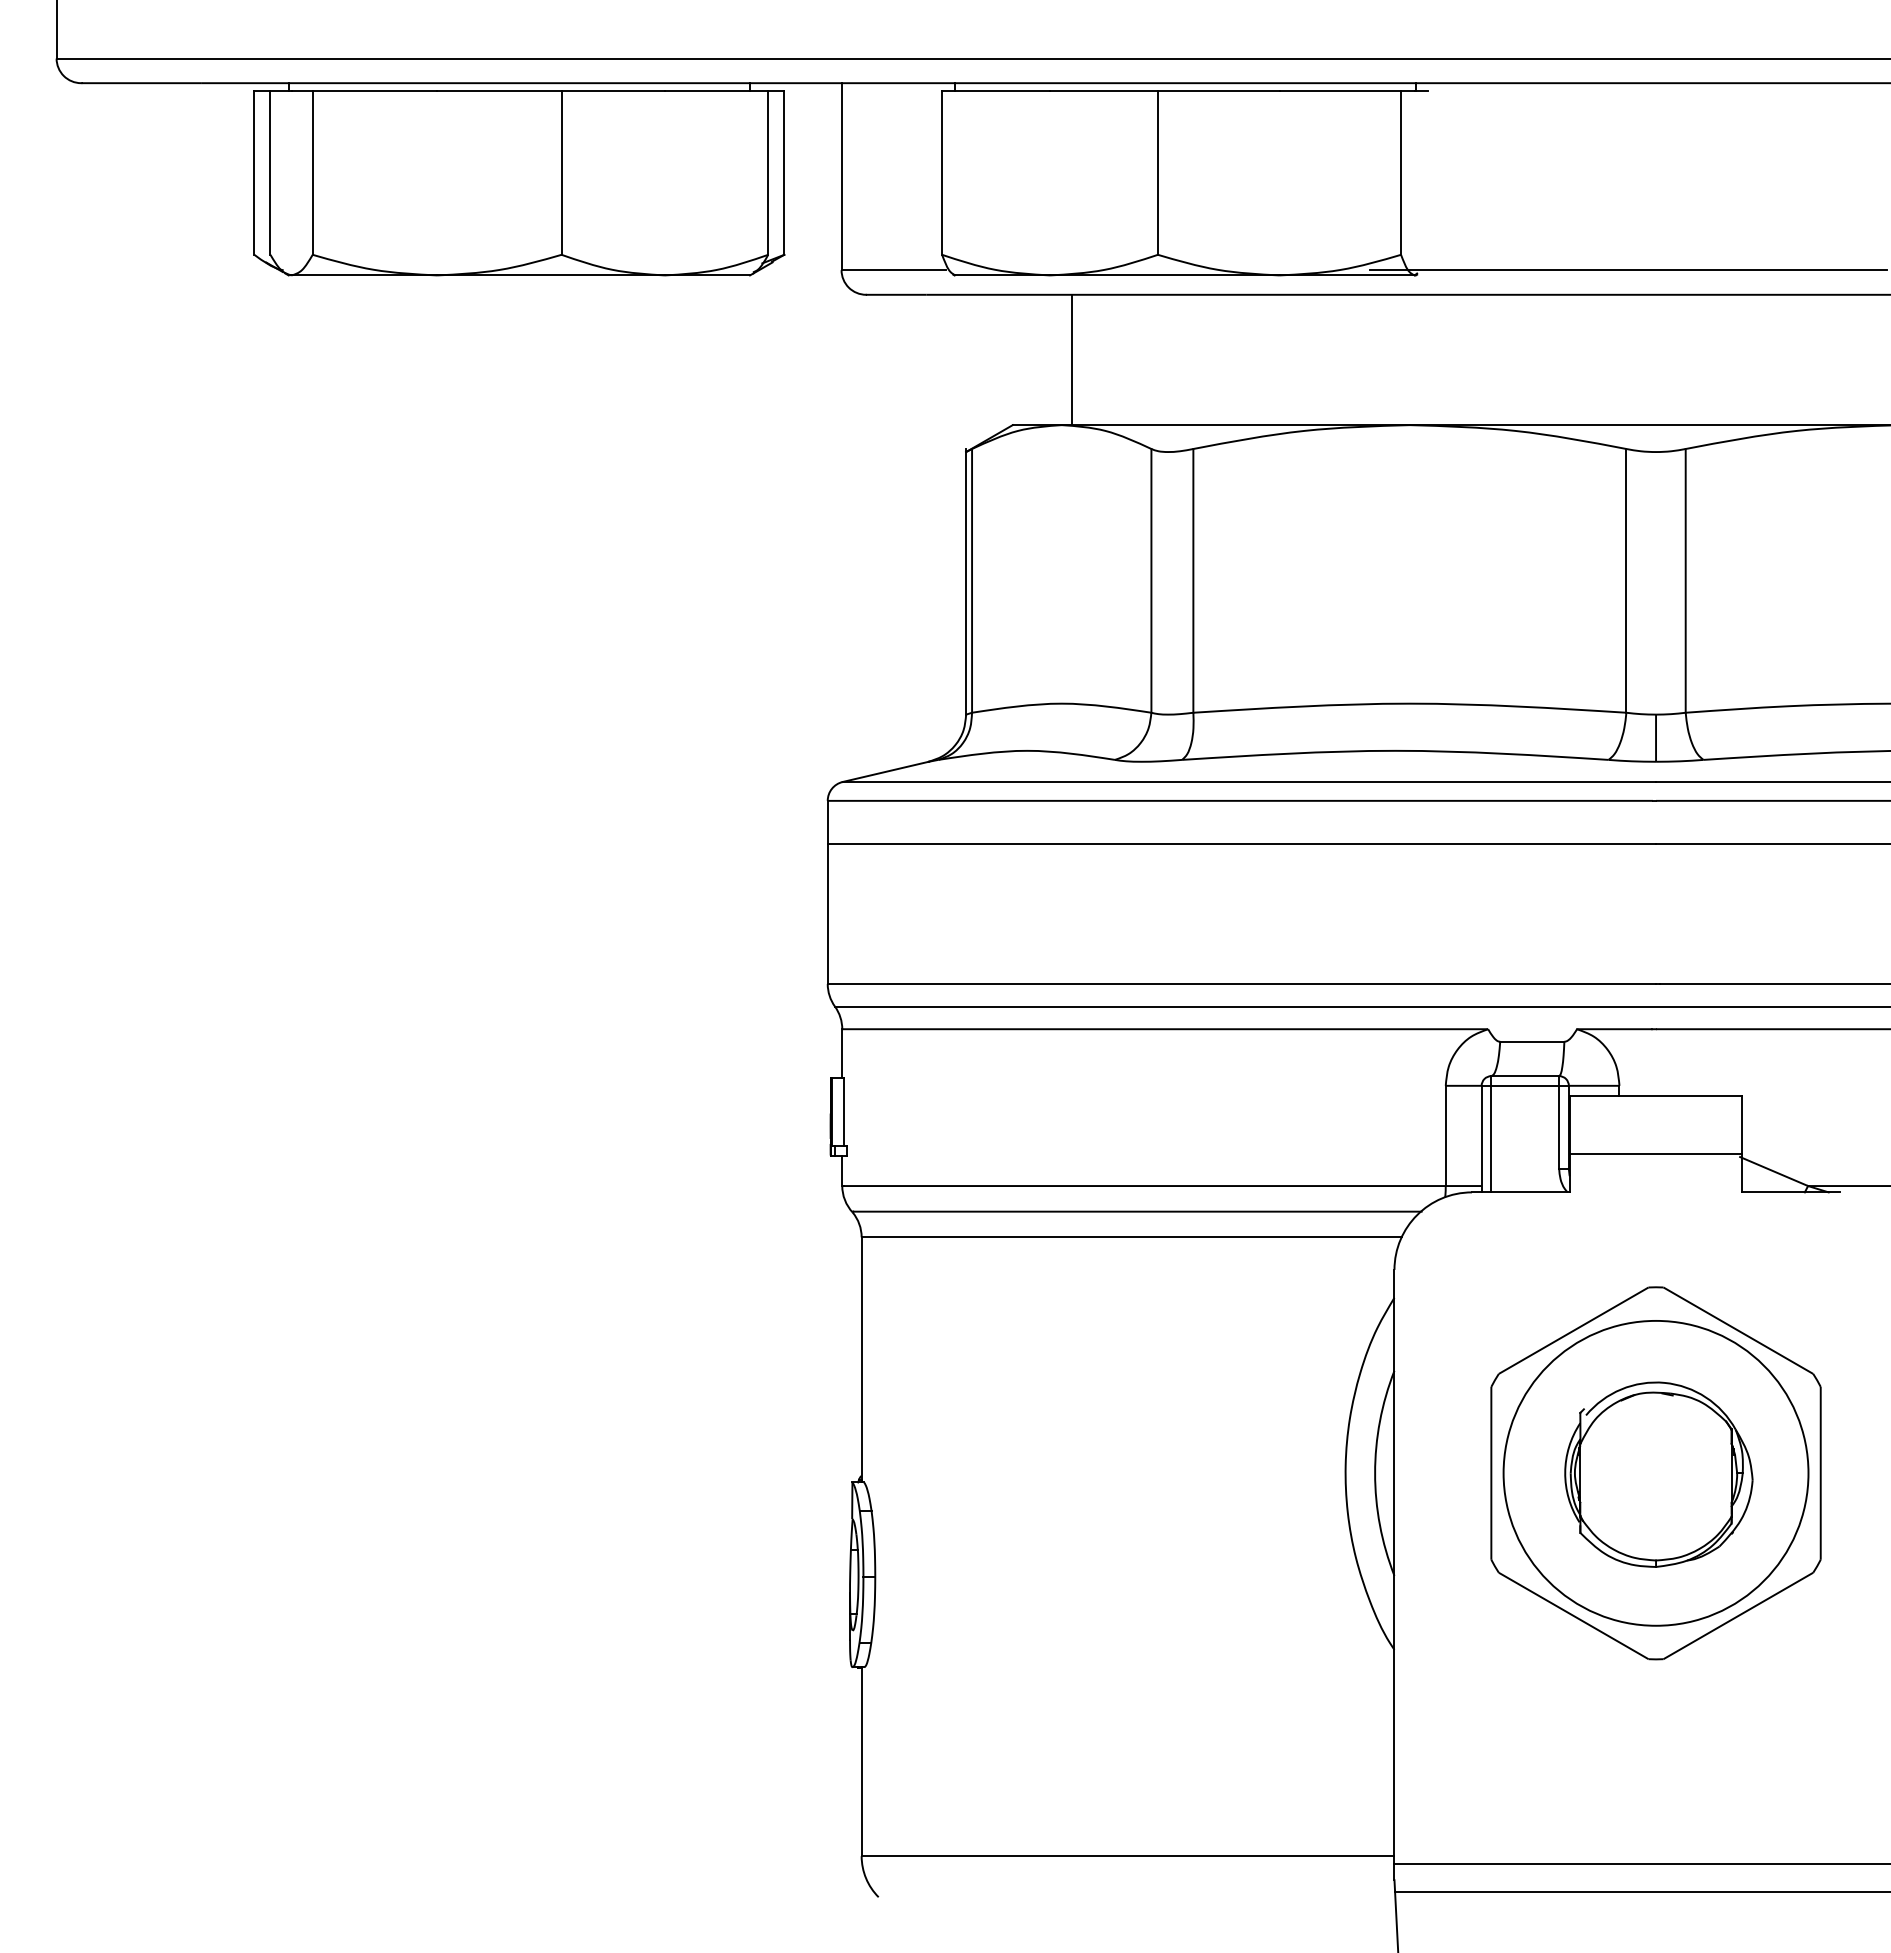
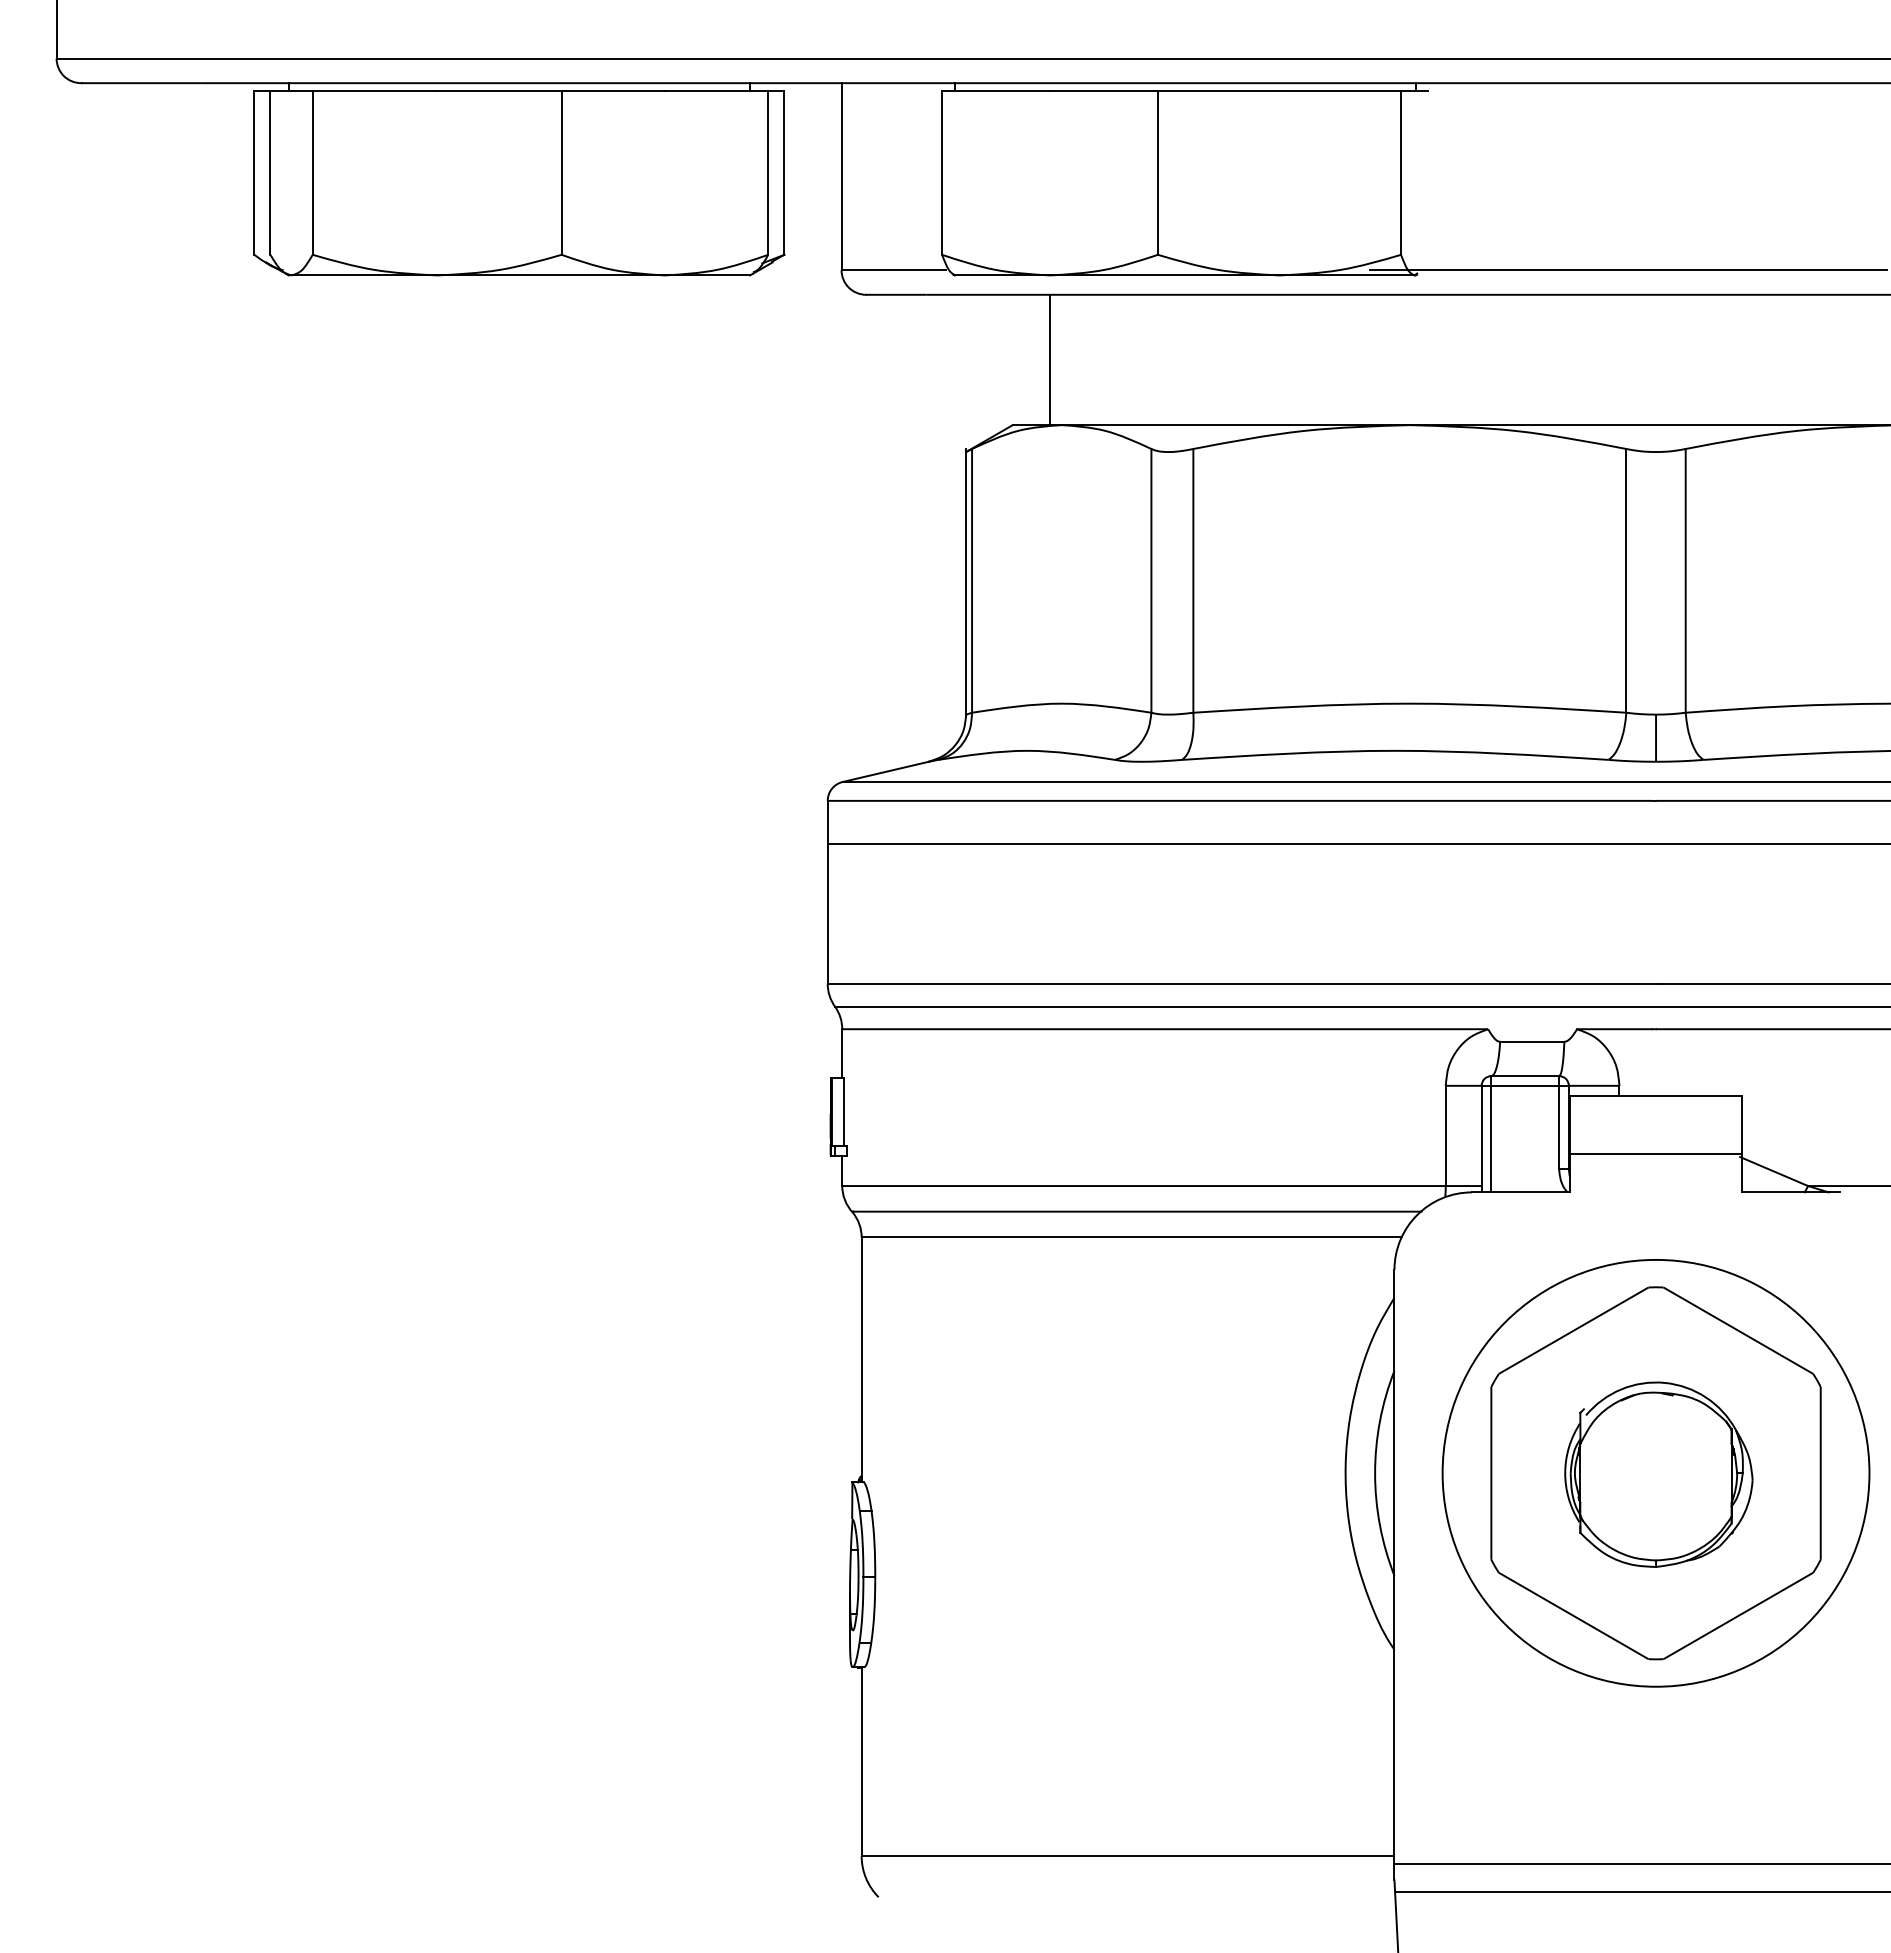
line at (1071, 359) position: (1071, 359) -> (1049, 359)
circle at (1655, 1472) diameter: 305 px -> 427 px
